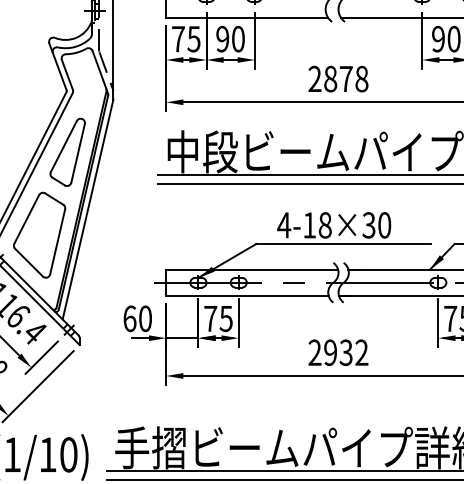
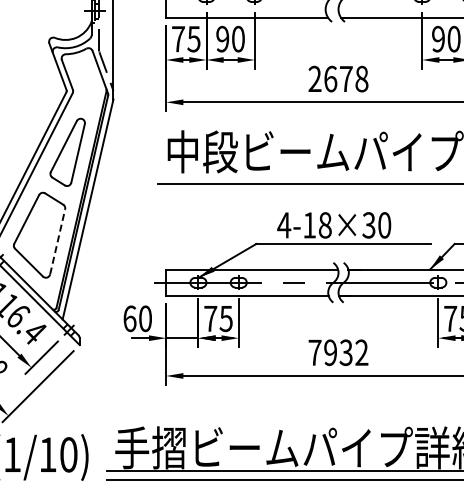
text at (330, 78): 2878 -> 2678
line at (309, 175): present -> none
line at (57, 241): solid -> dashed
text at (314, 352): 2932 -> 7932
